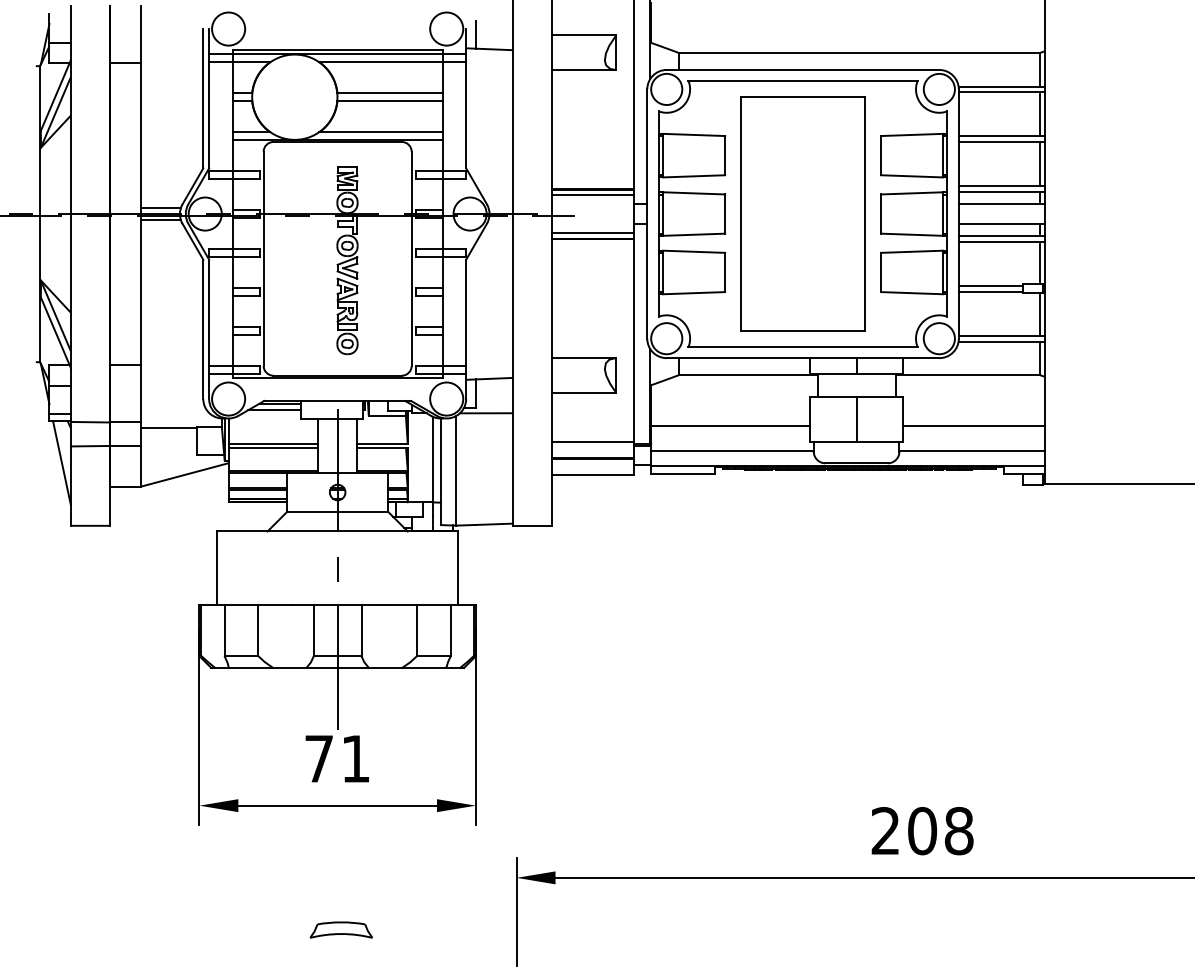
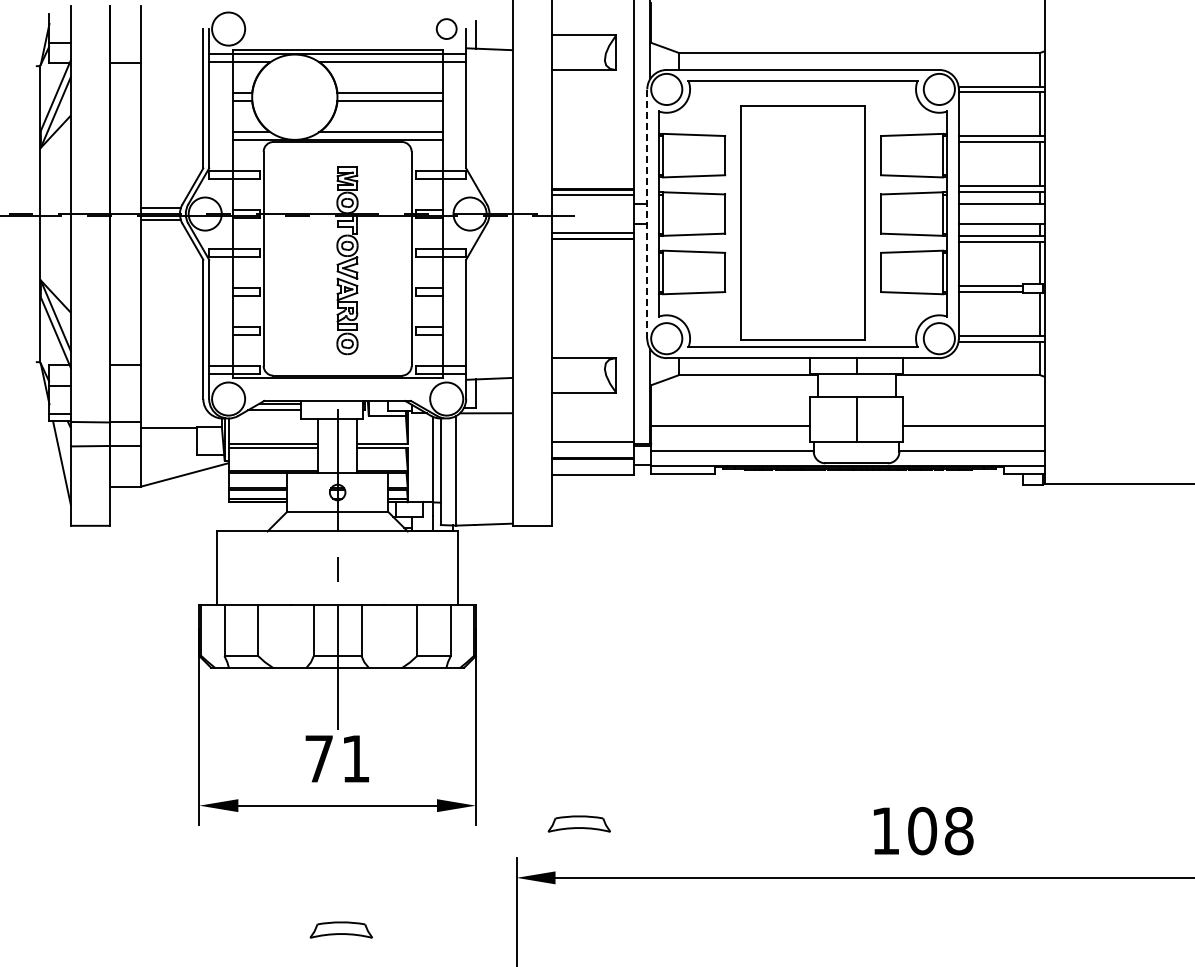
circle at (446, 28) diameter: 33 px -> 20 px
part at (802, 213) position: (802, 213) -> (802, 222)
line at (647, 214): solid -> dashed
part at (578, 823): none -> present
text at (884, 830): 208 -> 108
